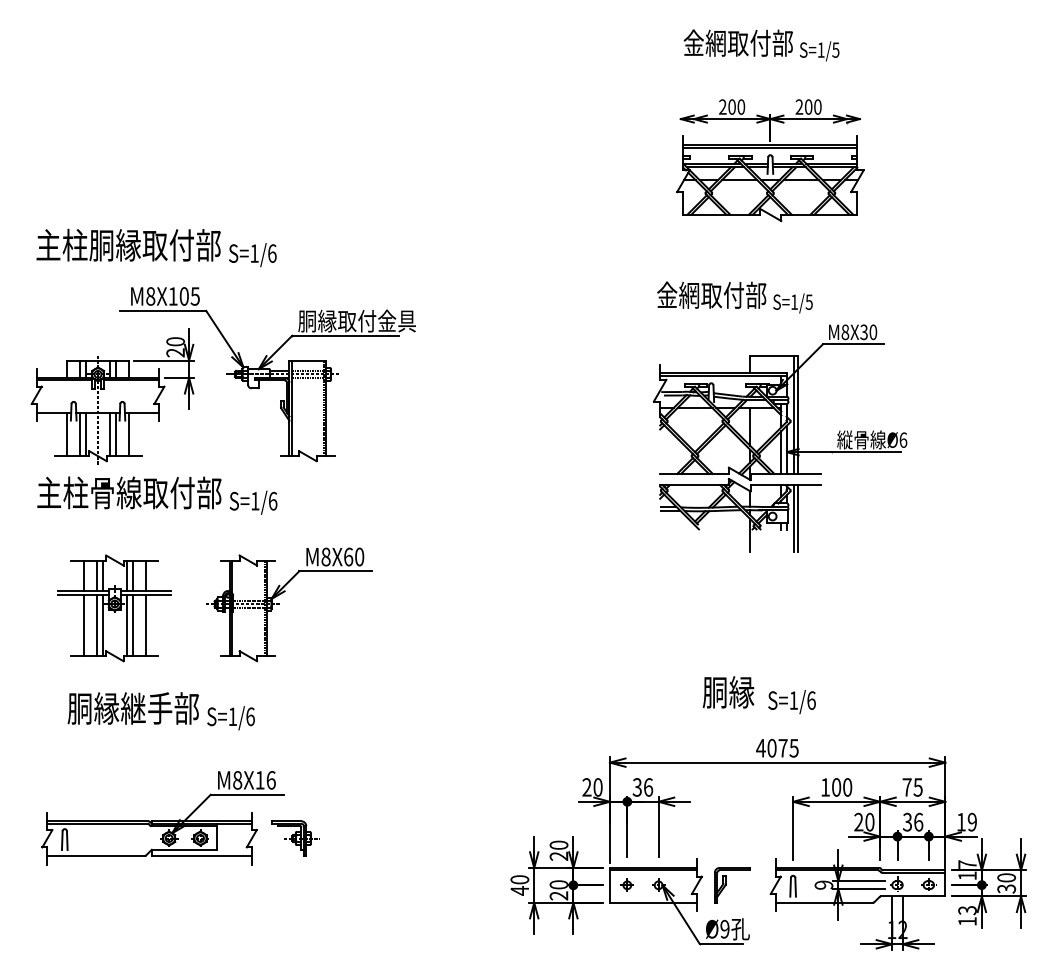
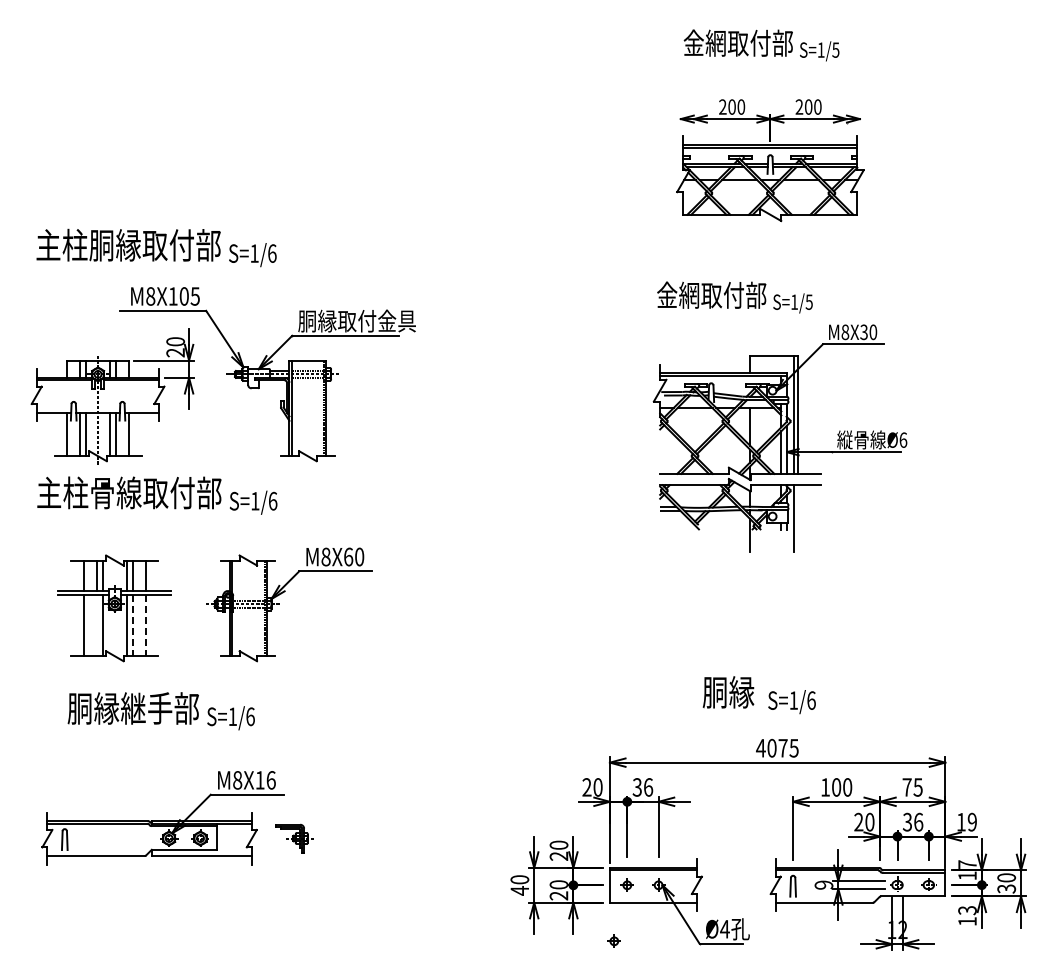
line at (797, 518): present -> none
line at (97, 625): present -> none
line at (132, 625): solid -> dashed
line at (145, 625): solid -> dashed
part at (295, 838) size: 49x37 px -> 39x31 px
part at (732, 885): present -> none
text at (724, 928): Ø9 -> Ø4
part at (613, 940): none -> present
